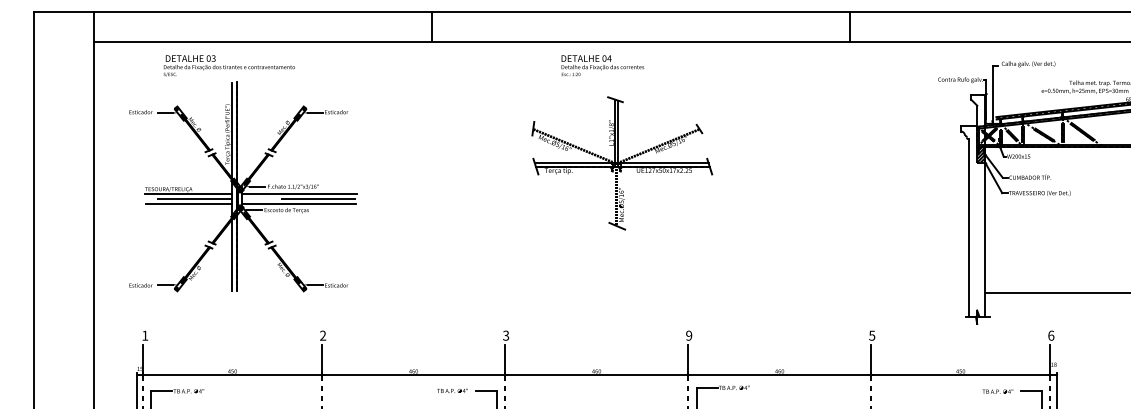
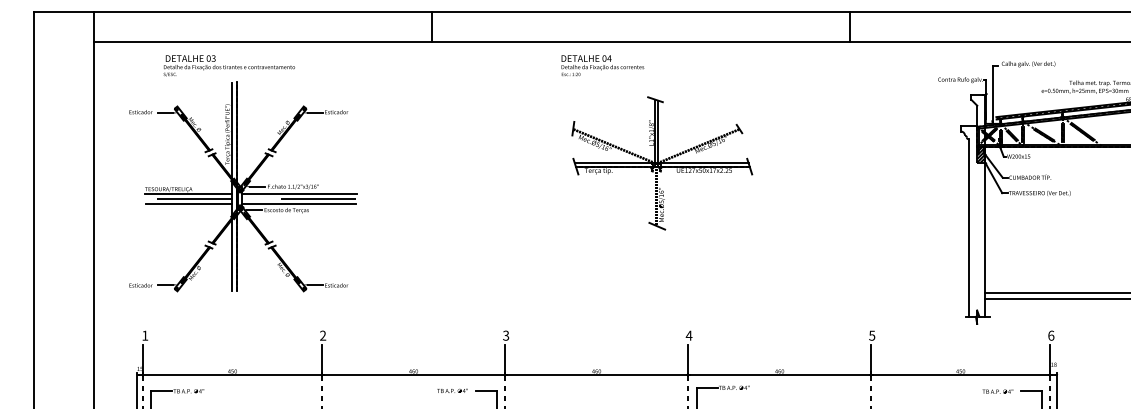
part at (622, 163) position: (622, 163) -> (662, 163)
line at (1056, 298): none -> present
text at (688, 335): 9 -> 4
